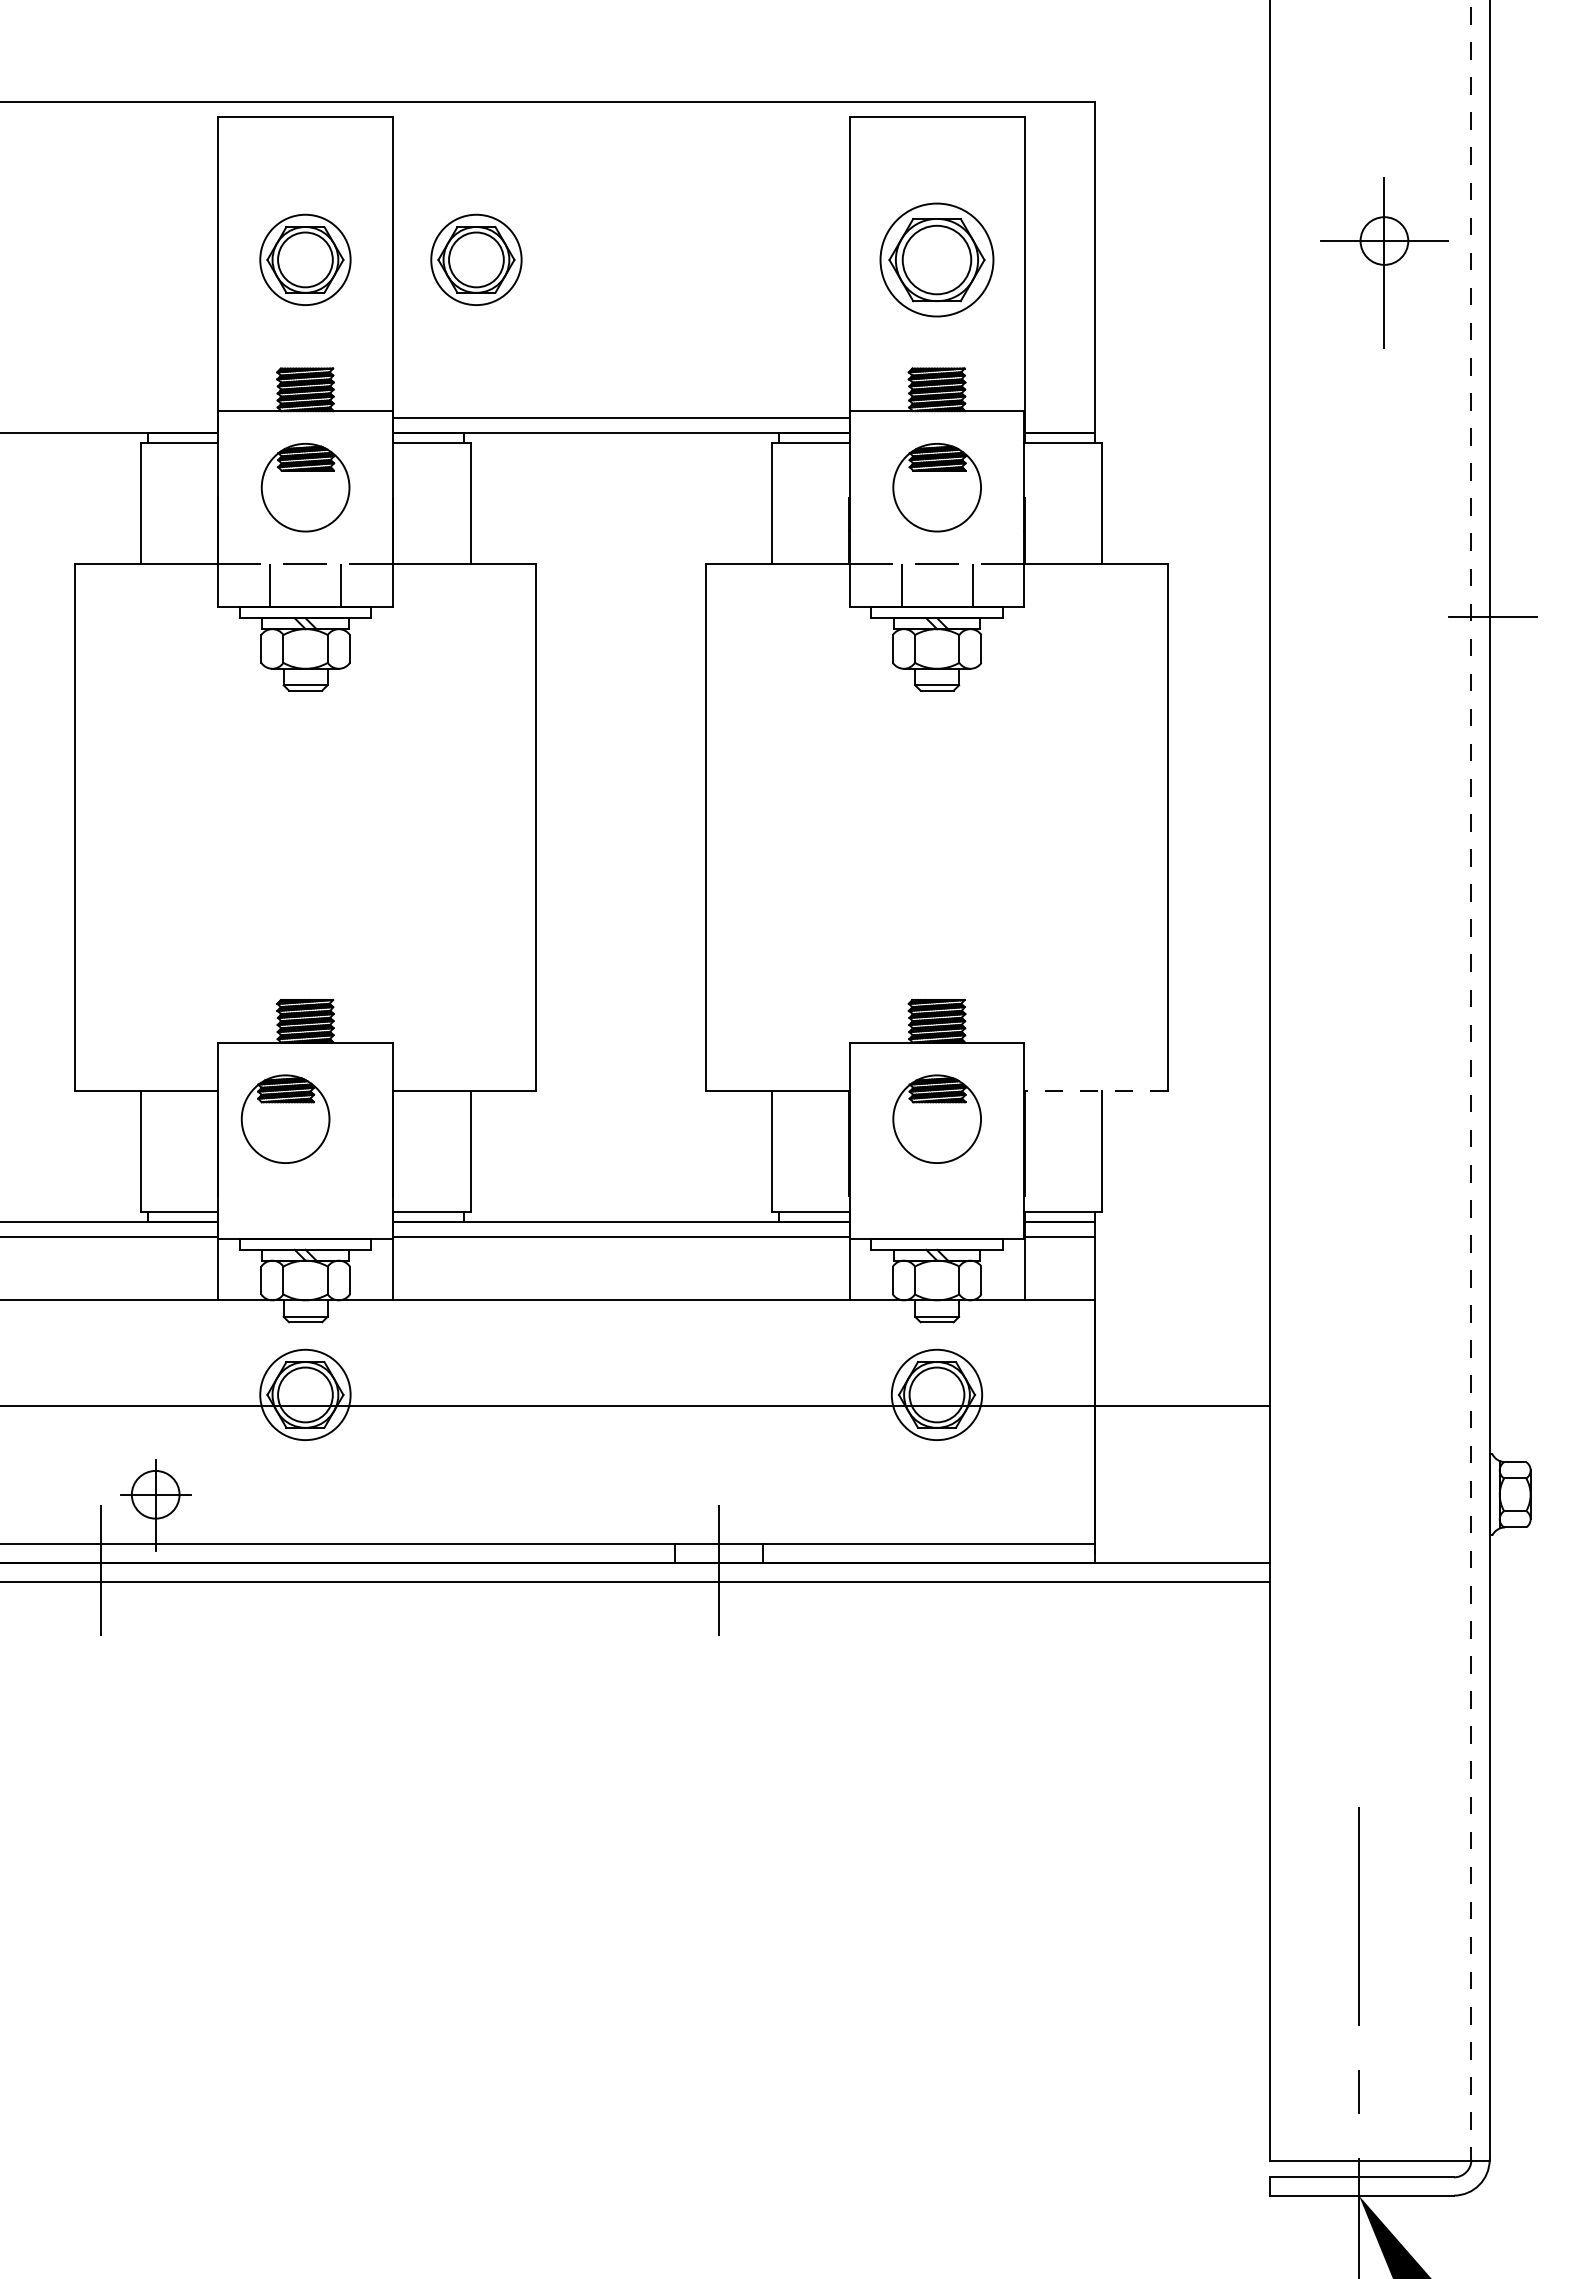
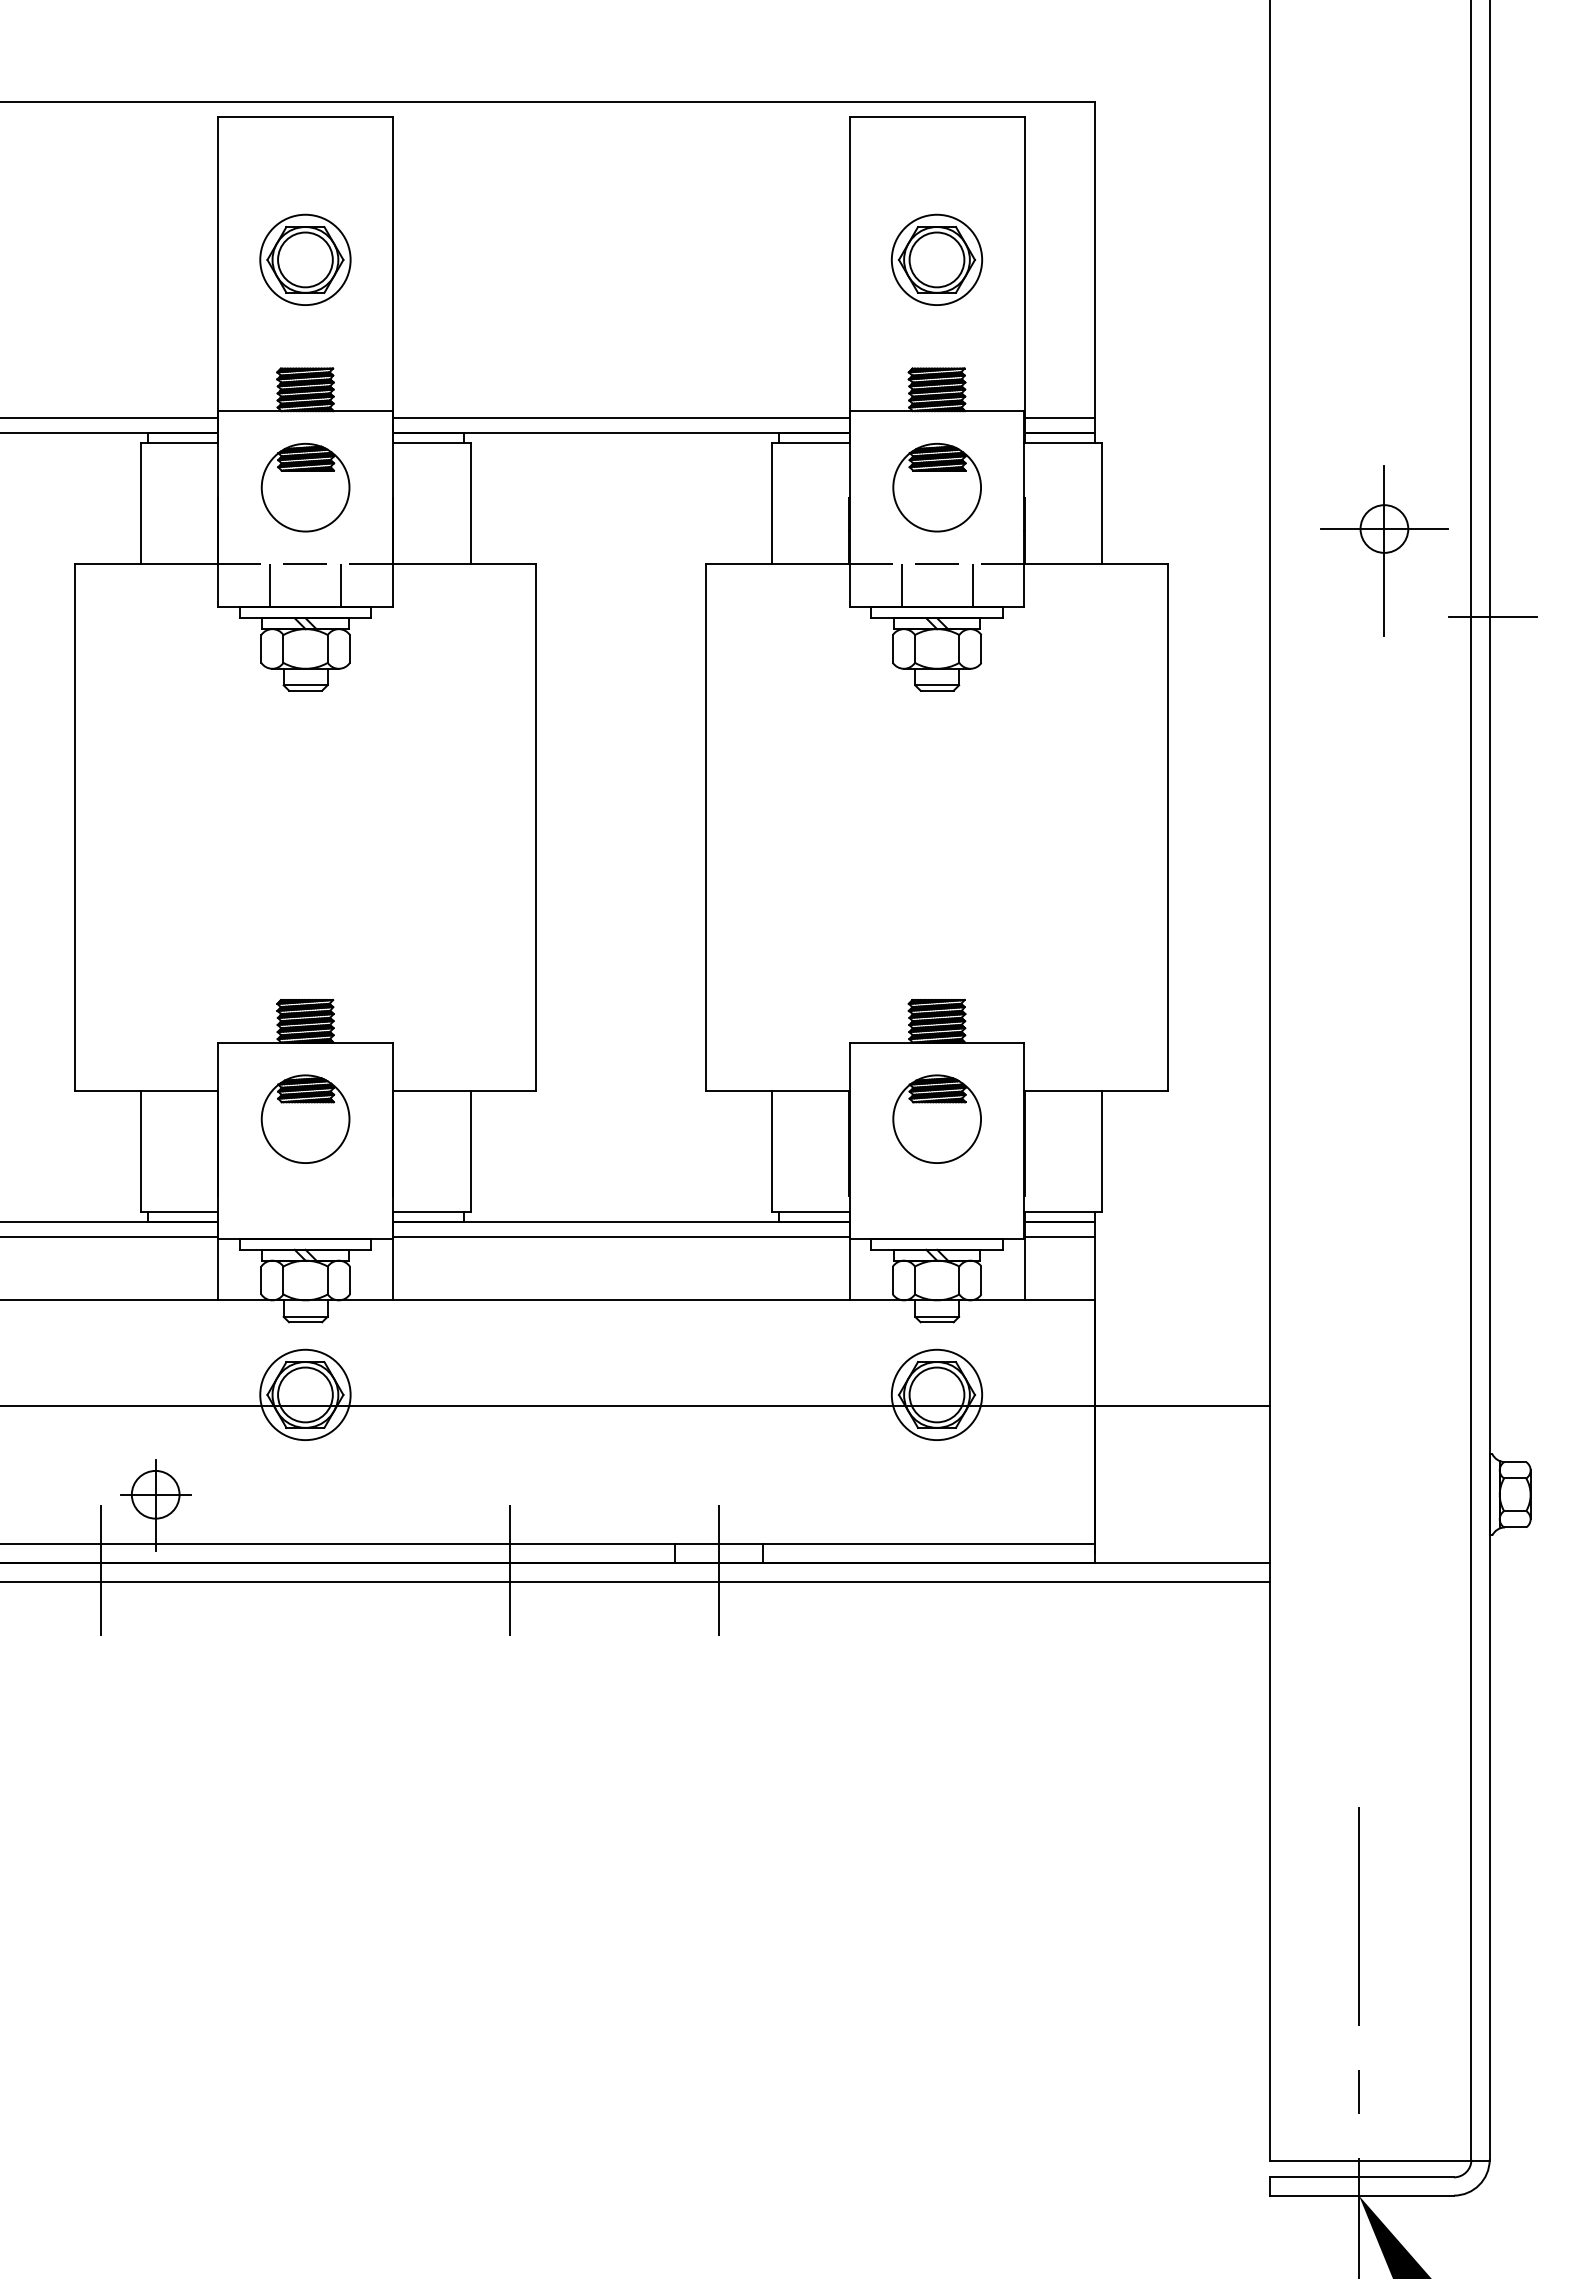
part at (476, 259): present -> none
part at (936, 259) size: 116x116 px -> 94x93 px
part at (1384, 262) position: (1384, 262) -> (1384, 550)
line at (110, 417): none -> present
line at (1059, 417): none -> present
line at (1471, 1080): dashed -> solid
line at (1096, 1090): dashed -> solid
part at (285, 1118) position: (285, 1118) -> (305, 1118)
line at (509, 1569): none -> present
